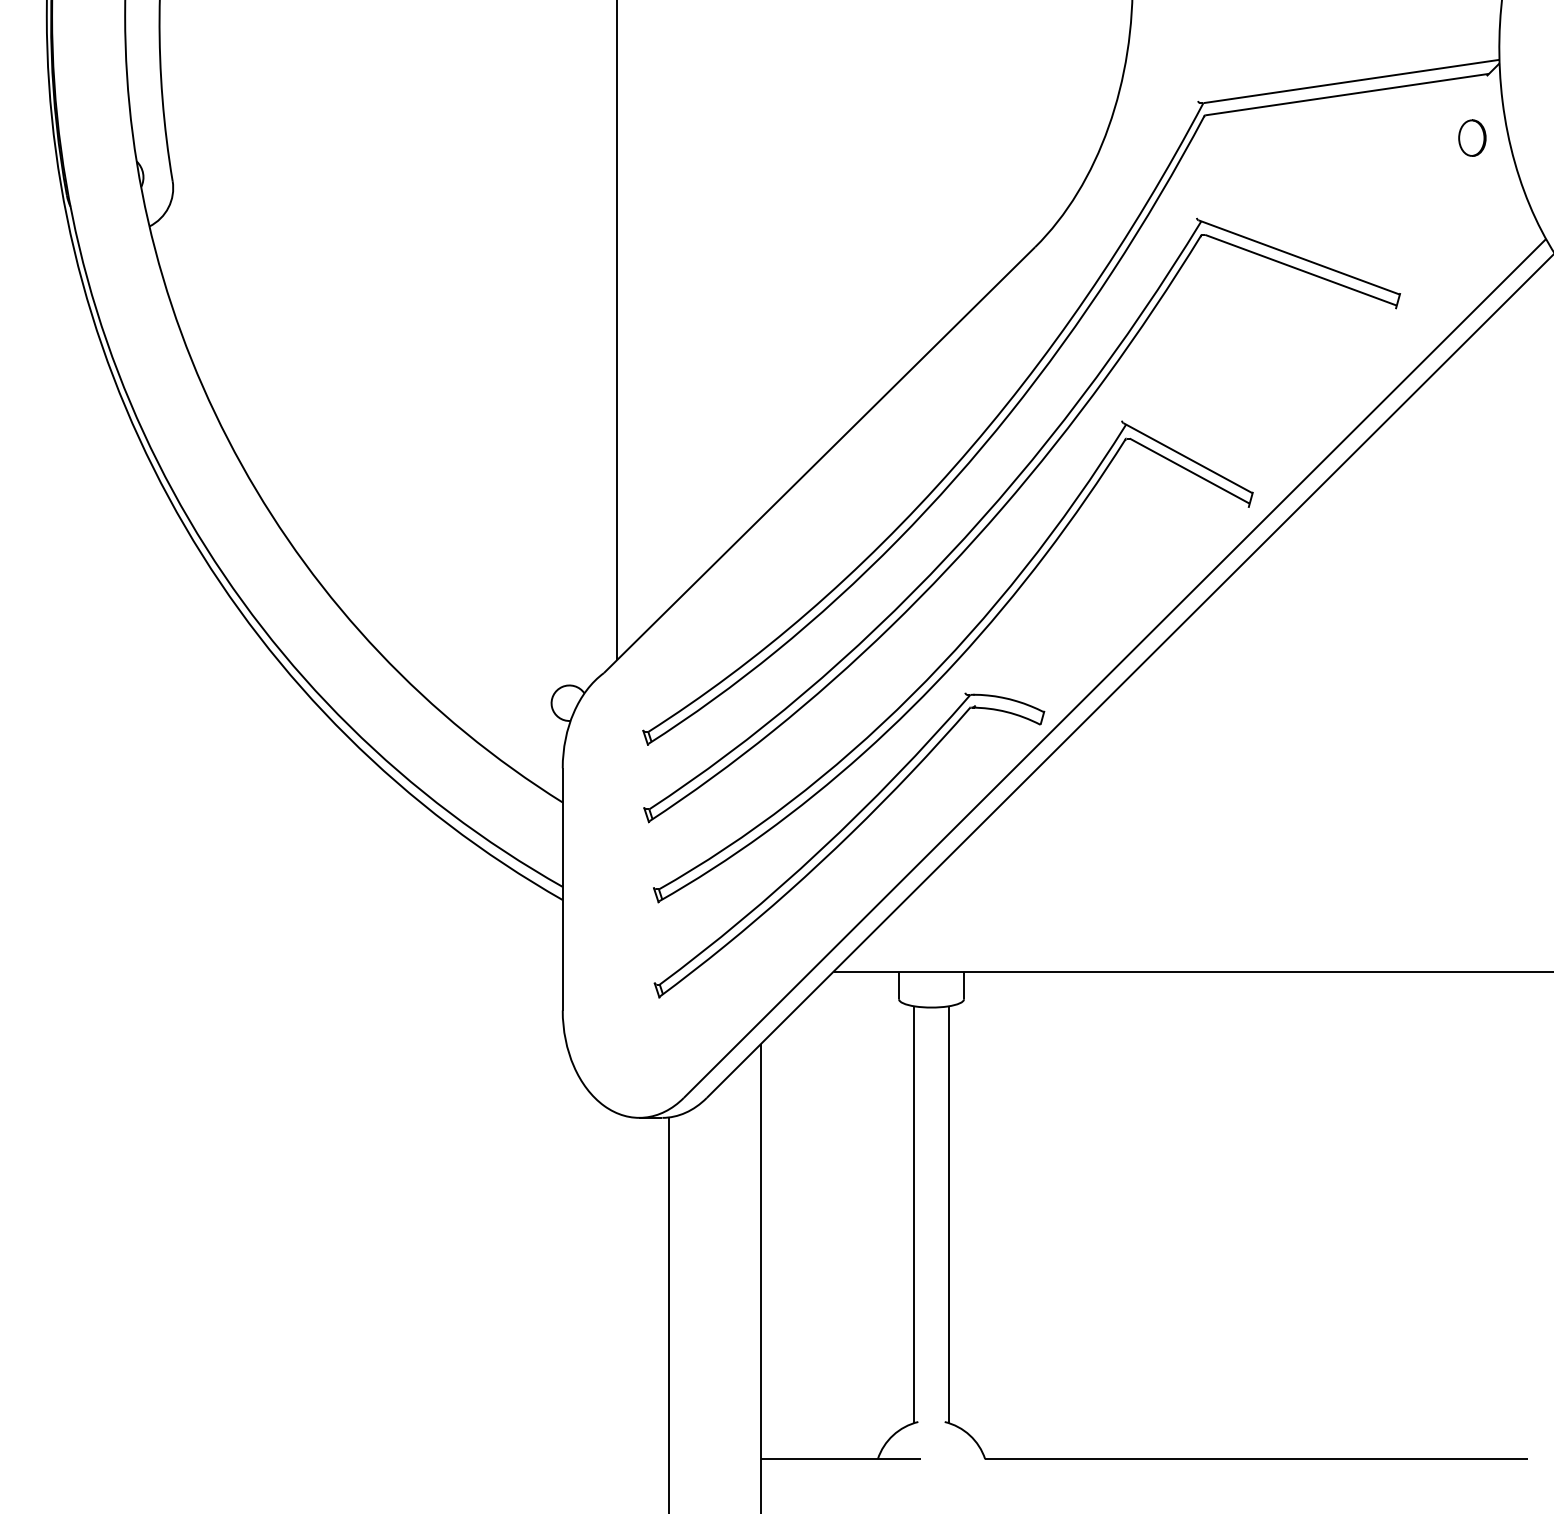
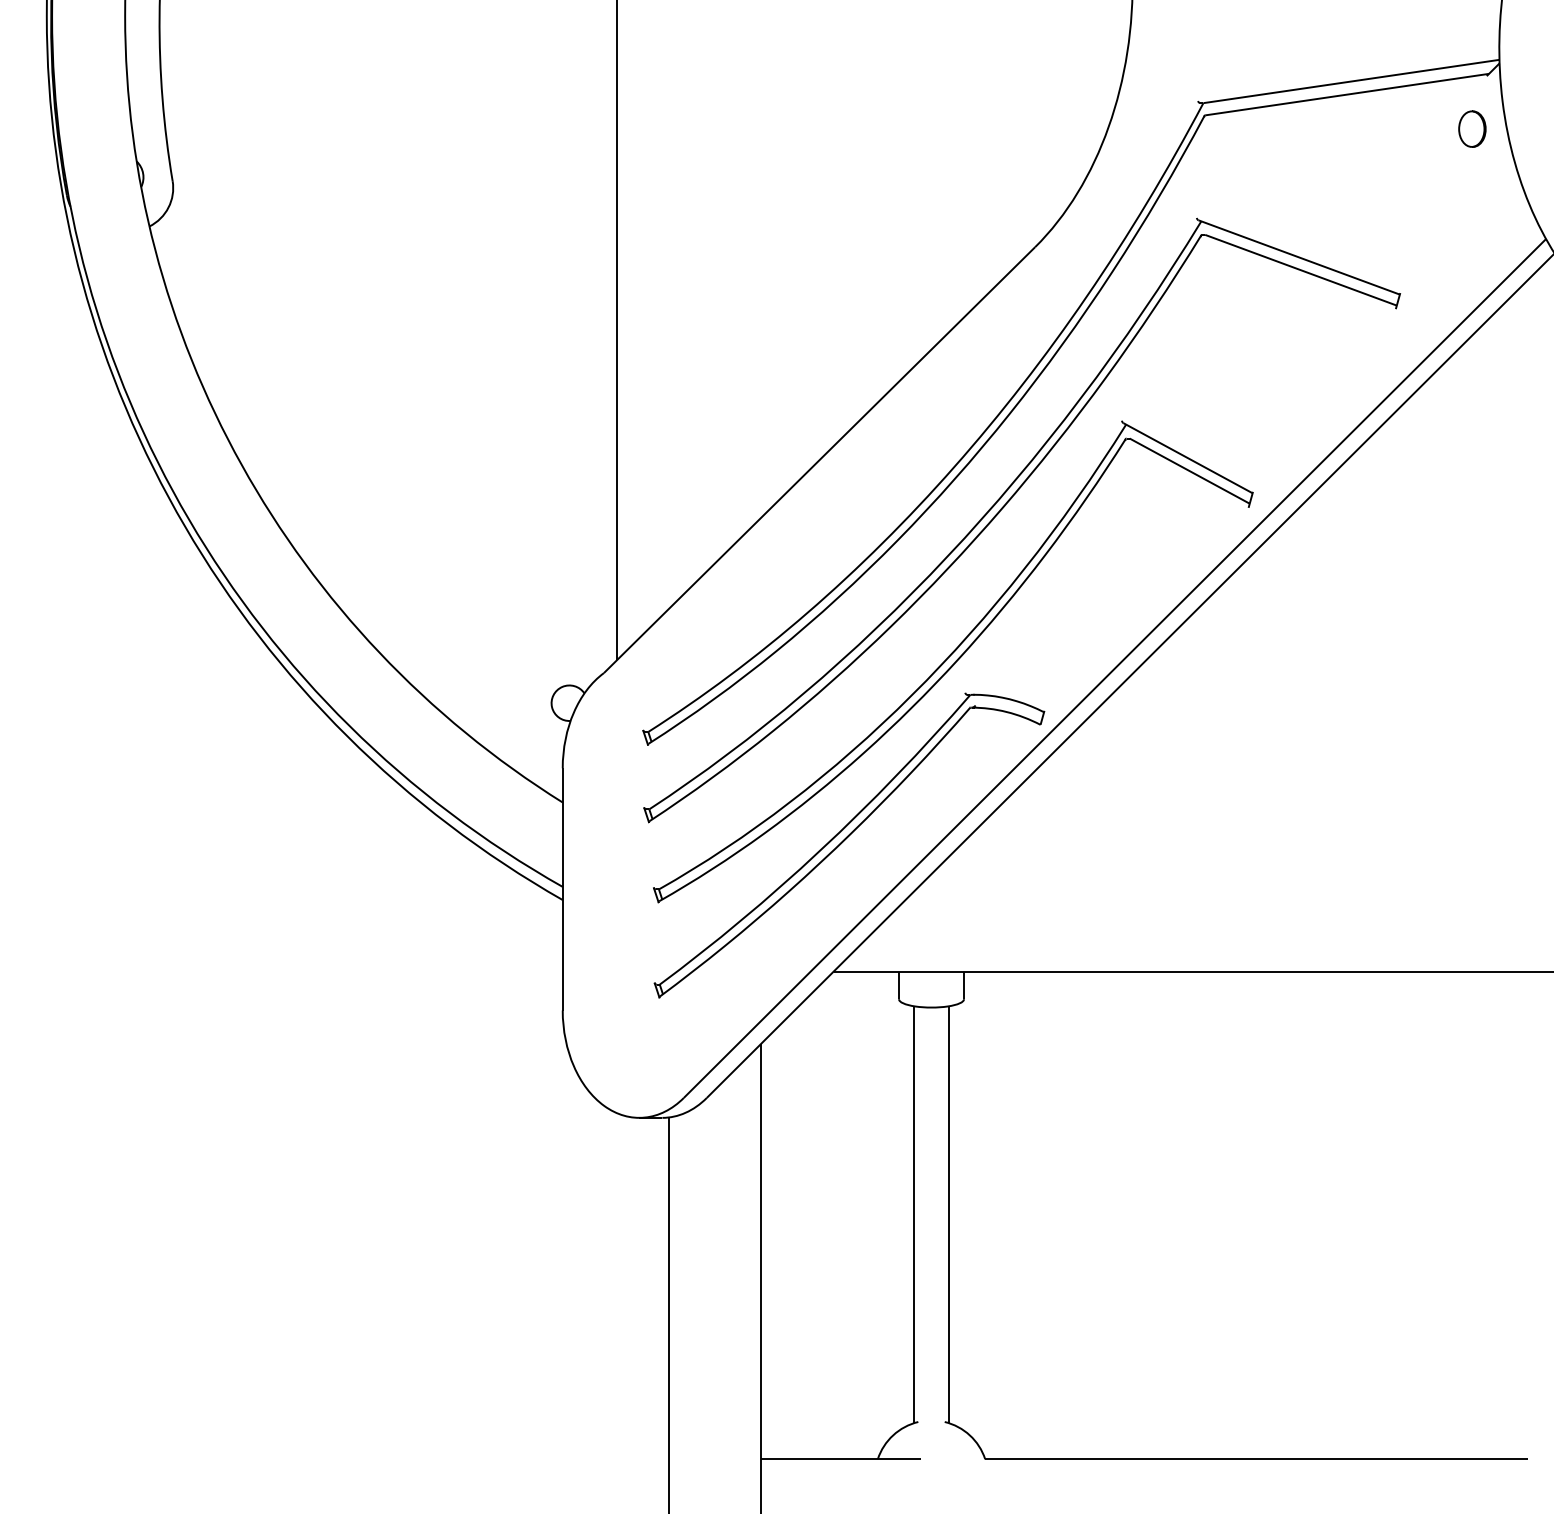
part at (1472, 137) position: (1472, 137) -> (1472, 128)
